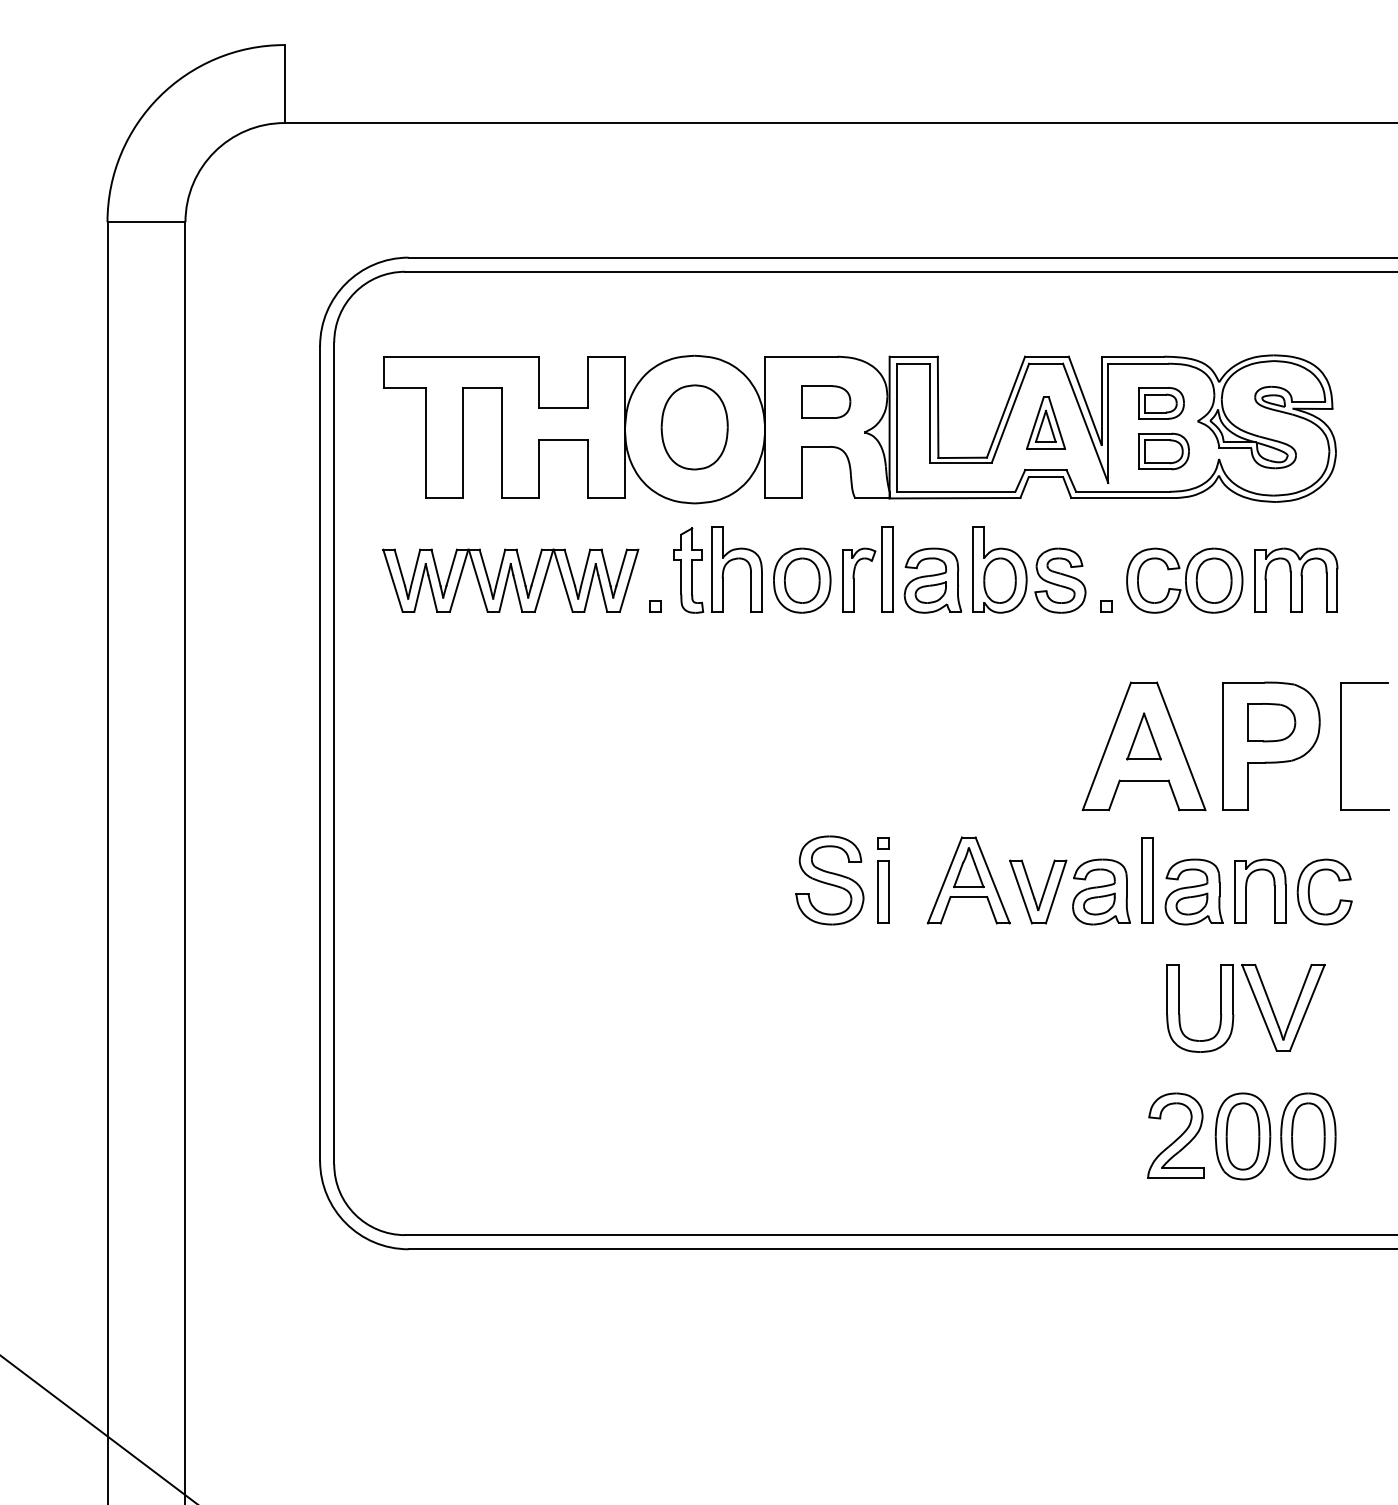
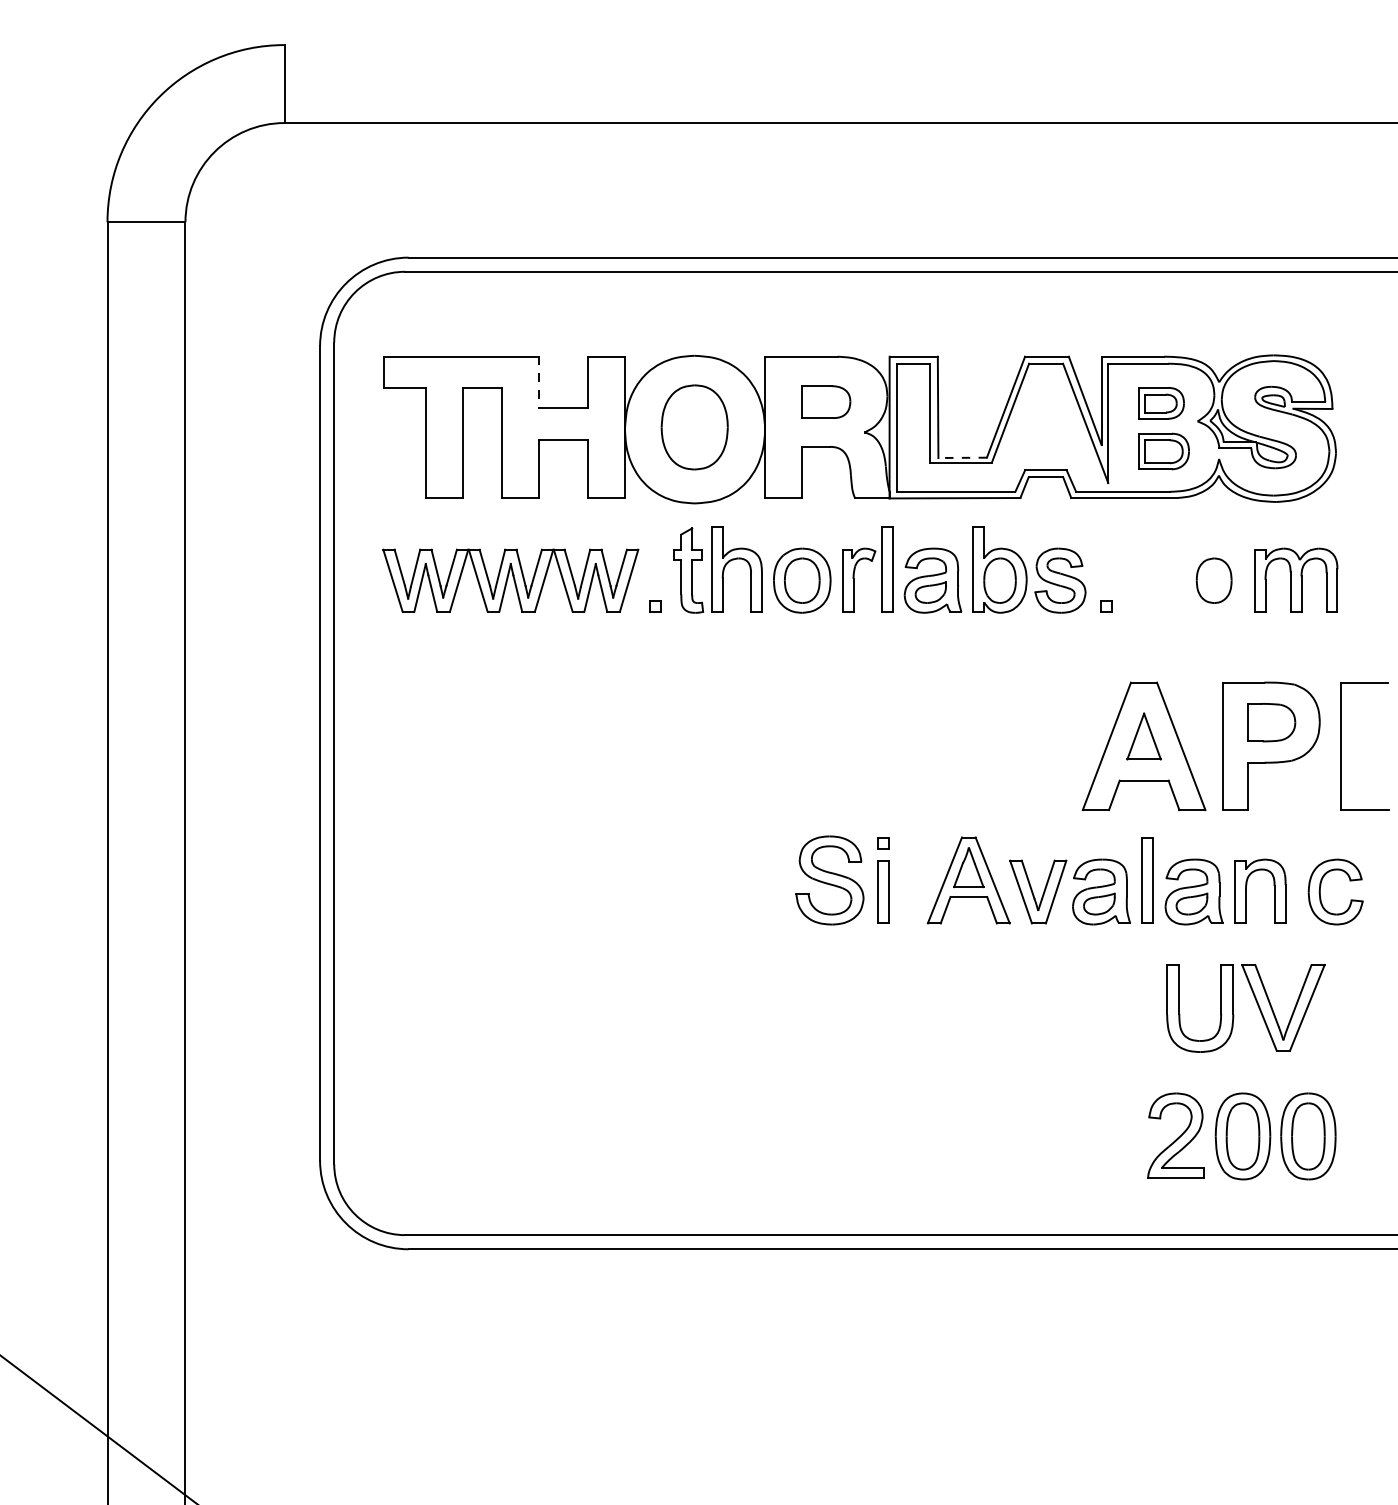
line at (538, 382): solid -> dashed
part at (1045, 422): present -> none
line at (962, 457): solid -> dashed
part at (1184, 580): present -> none
part at (1309, 891) position: (1309, 891) -> (1320, 891)
